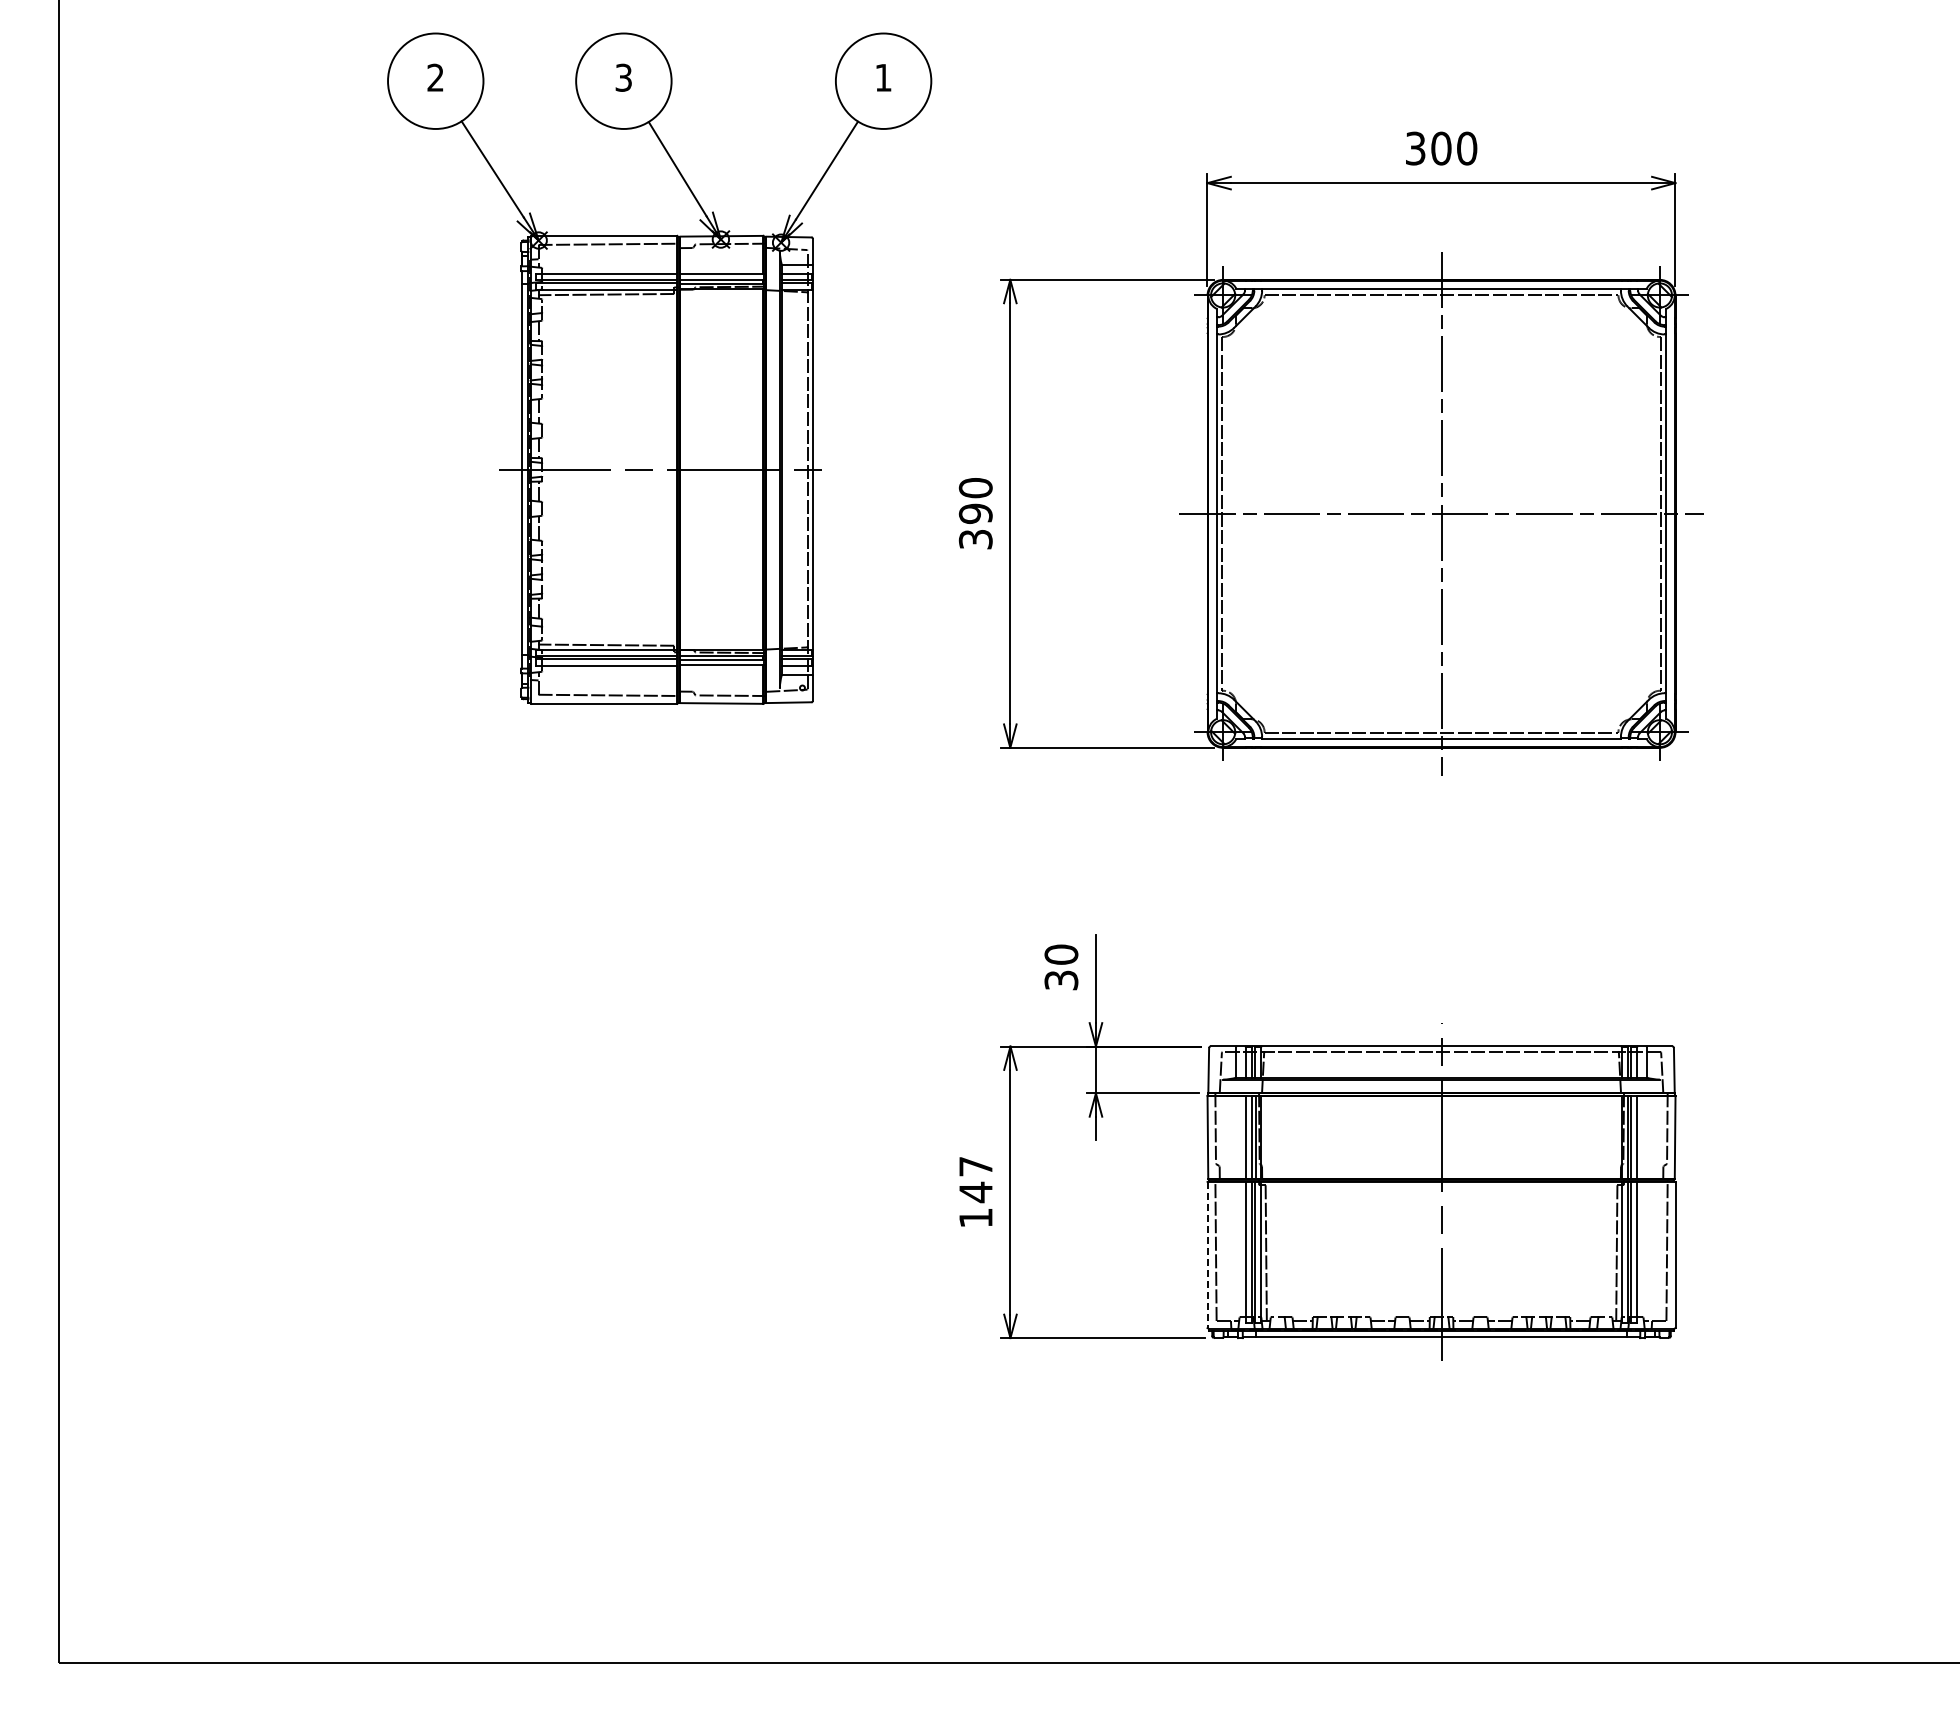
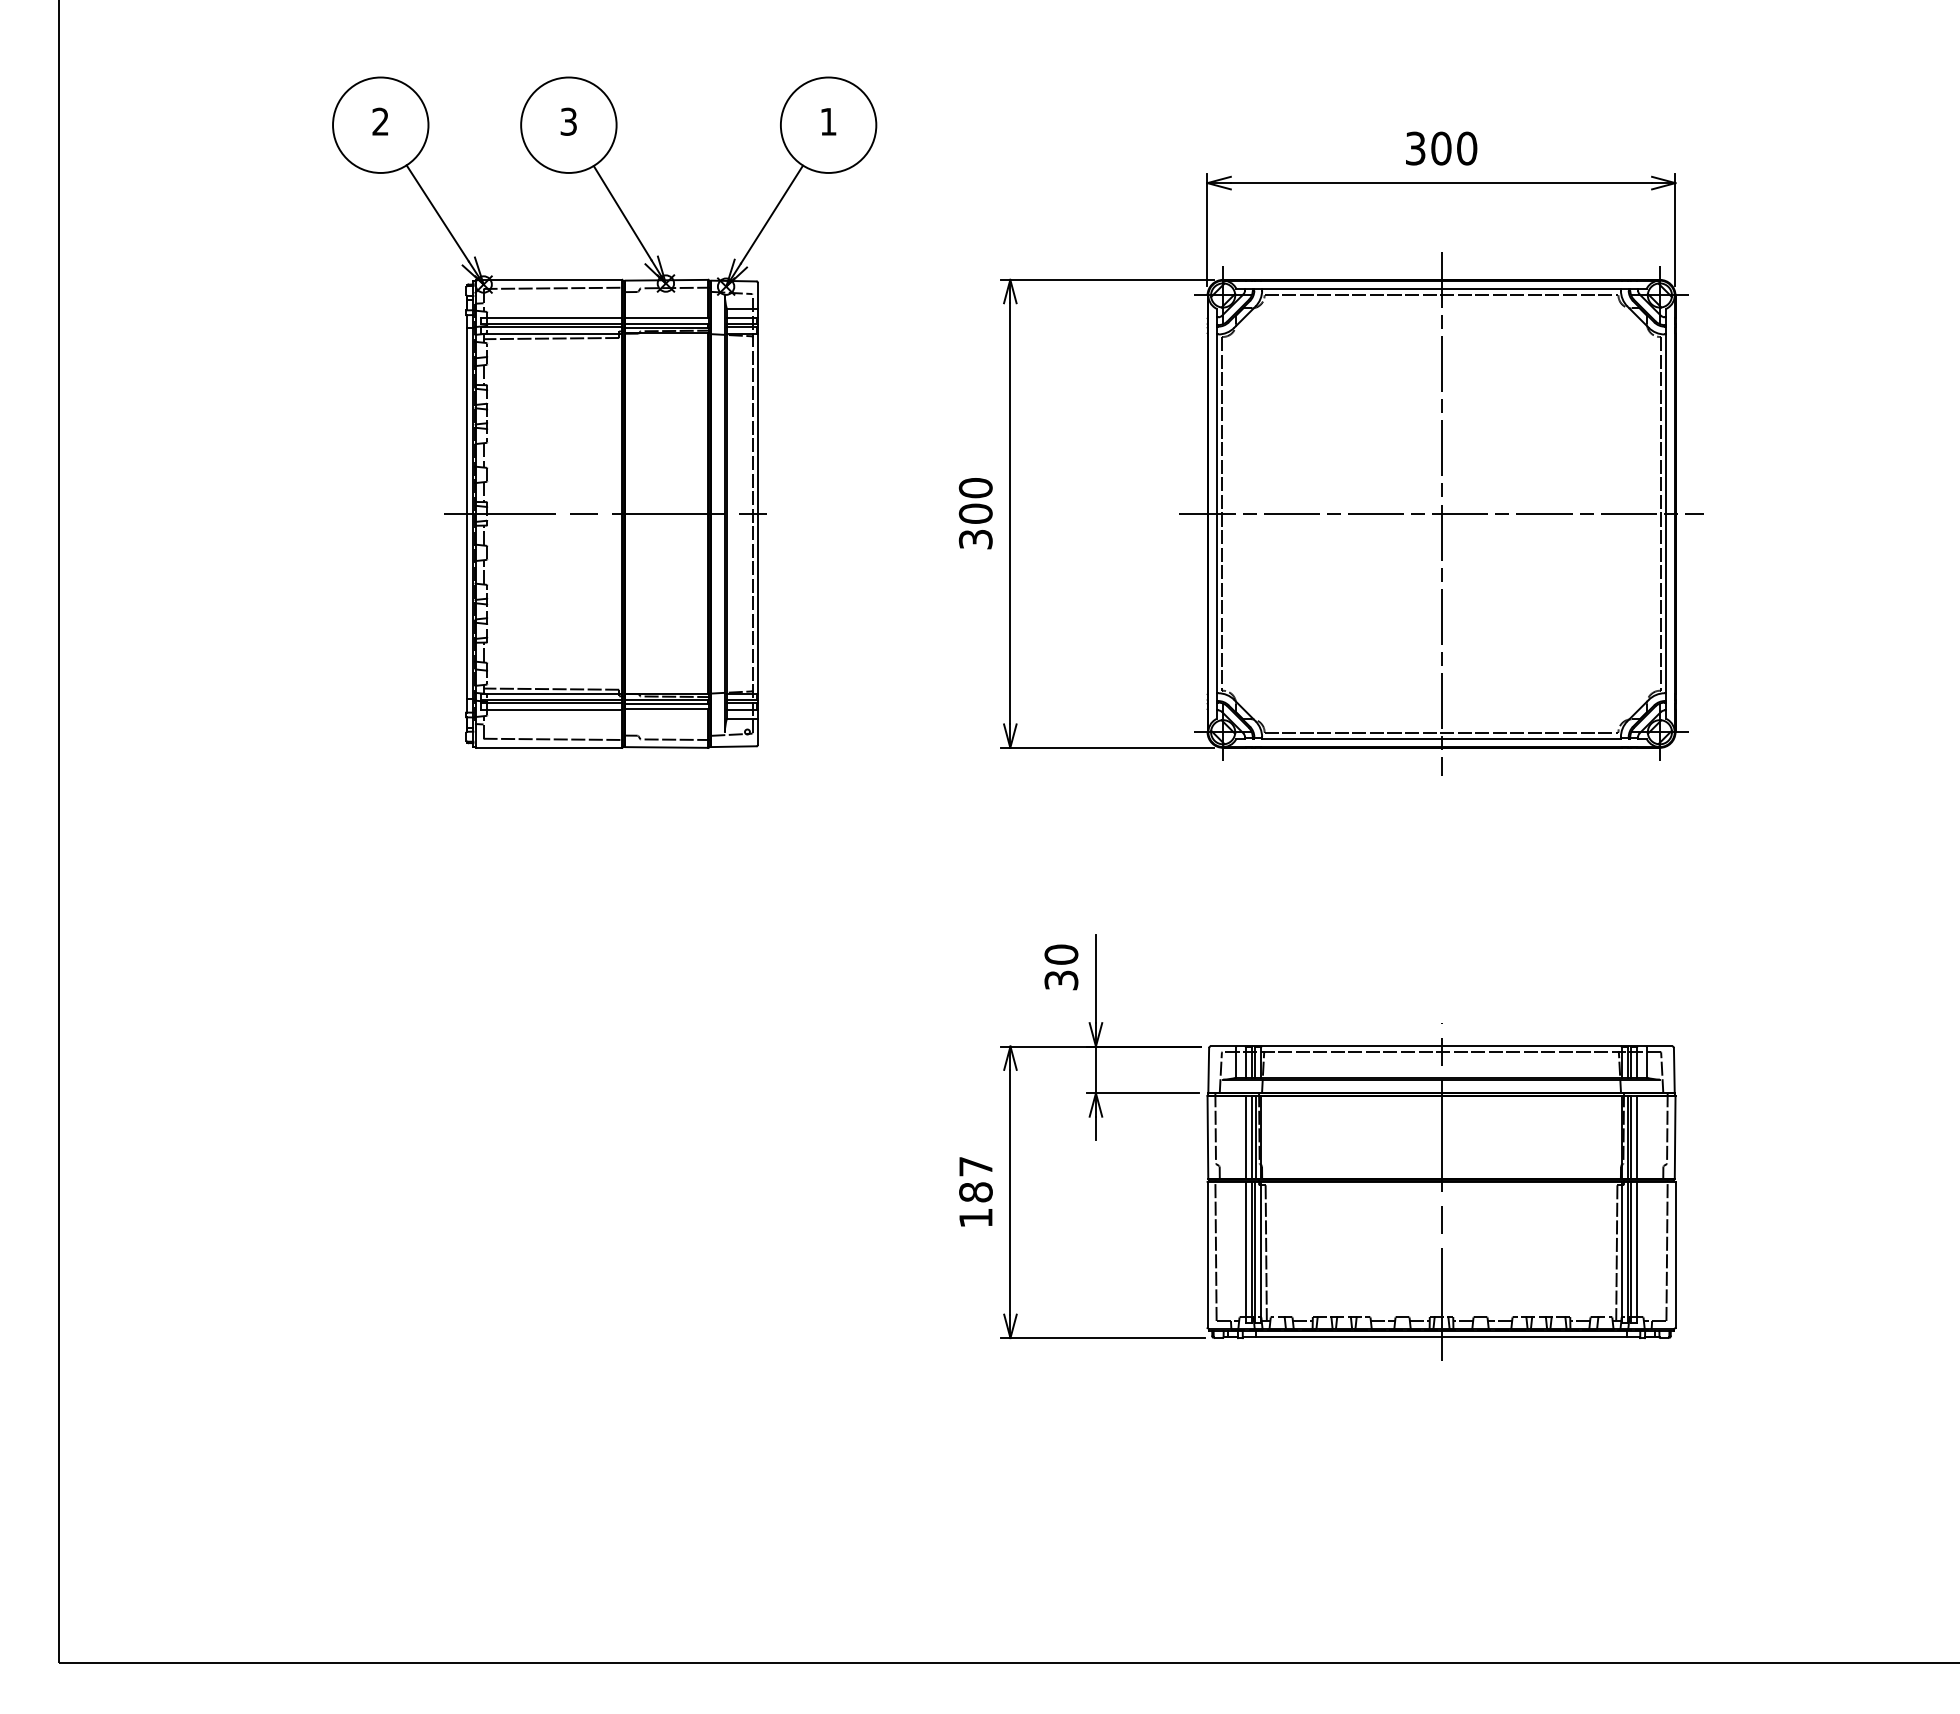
part at (659, 368) position: (659, 368) -> (604, 412)
text at (975, 513): 390 -> 300
text at (975, 1192): 147 -> 187
line at (1207, 1255): dashed -> solid
